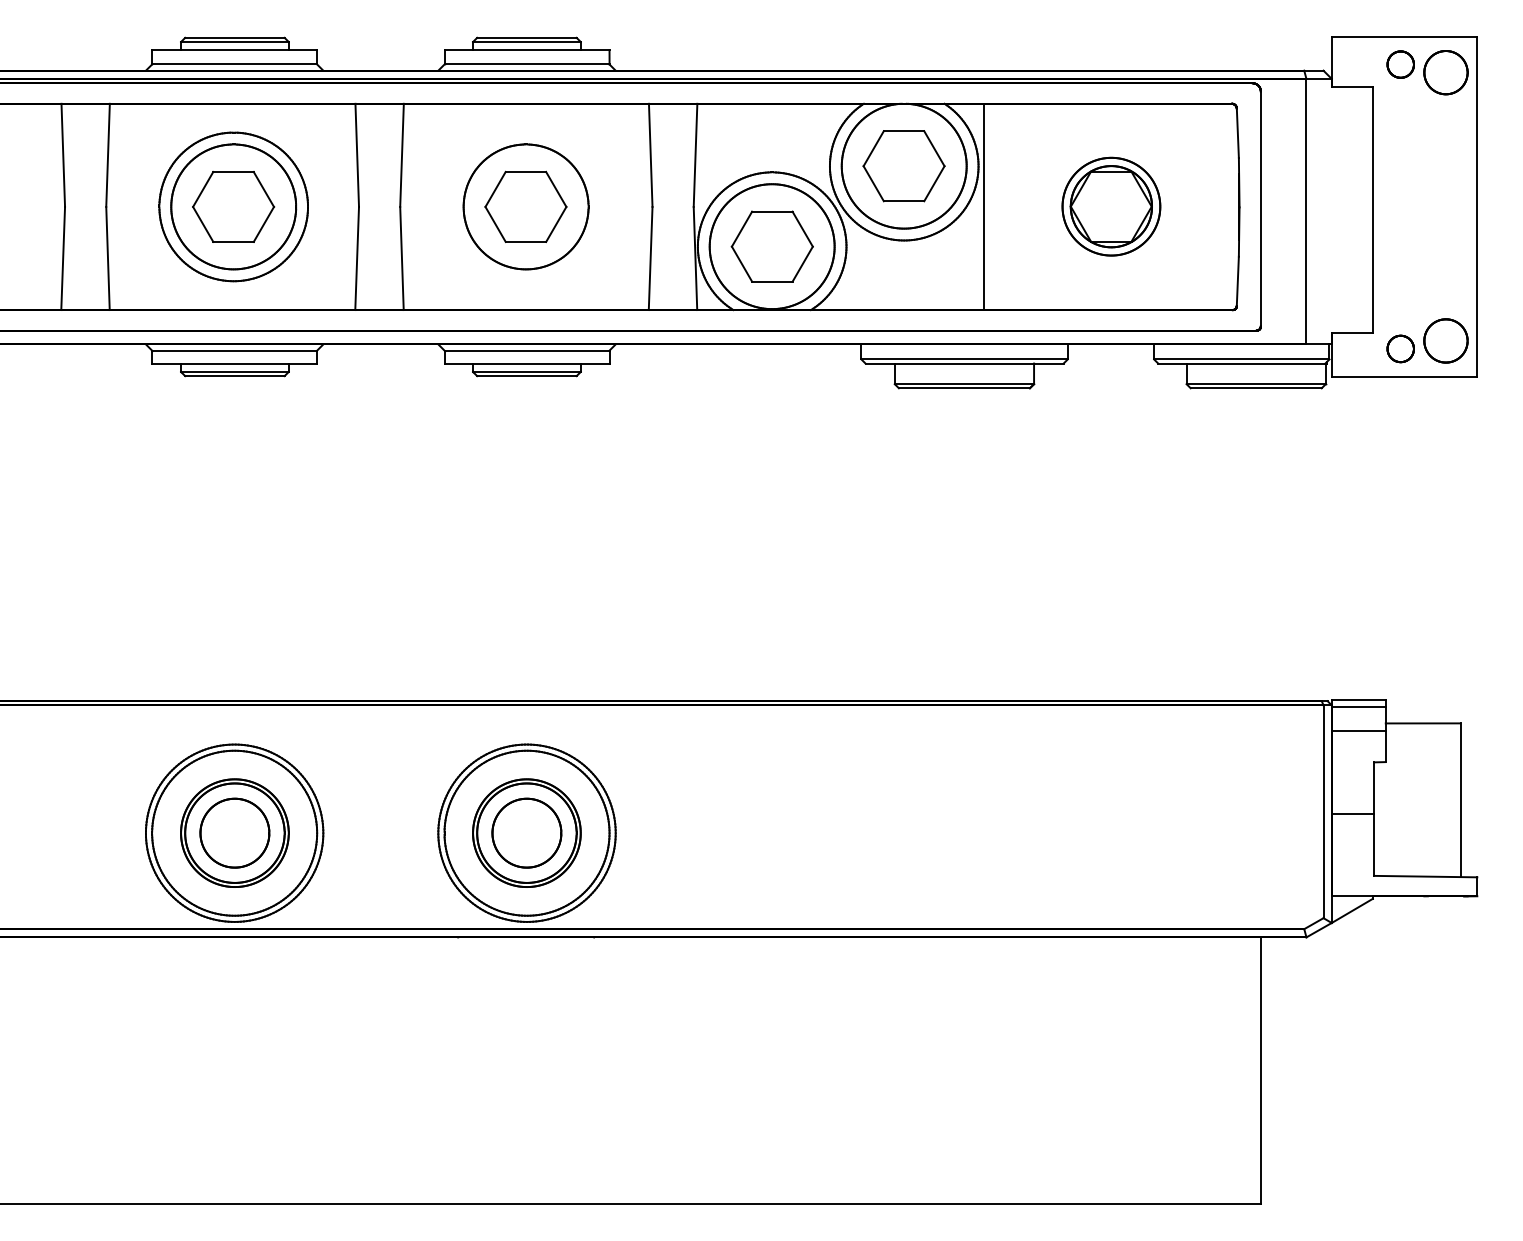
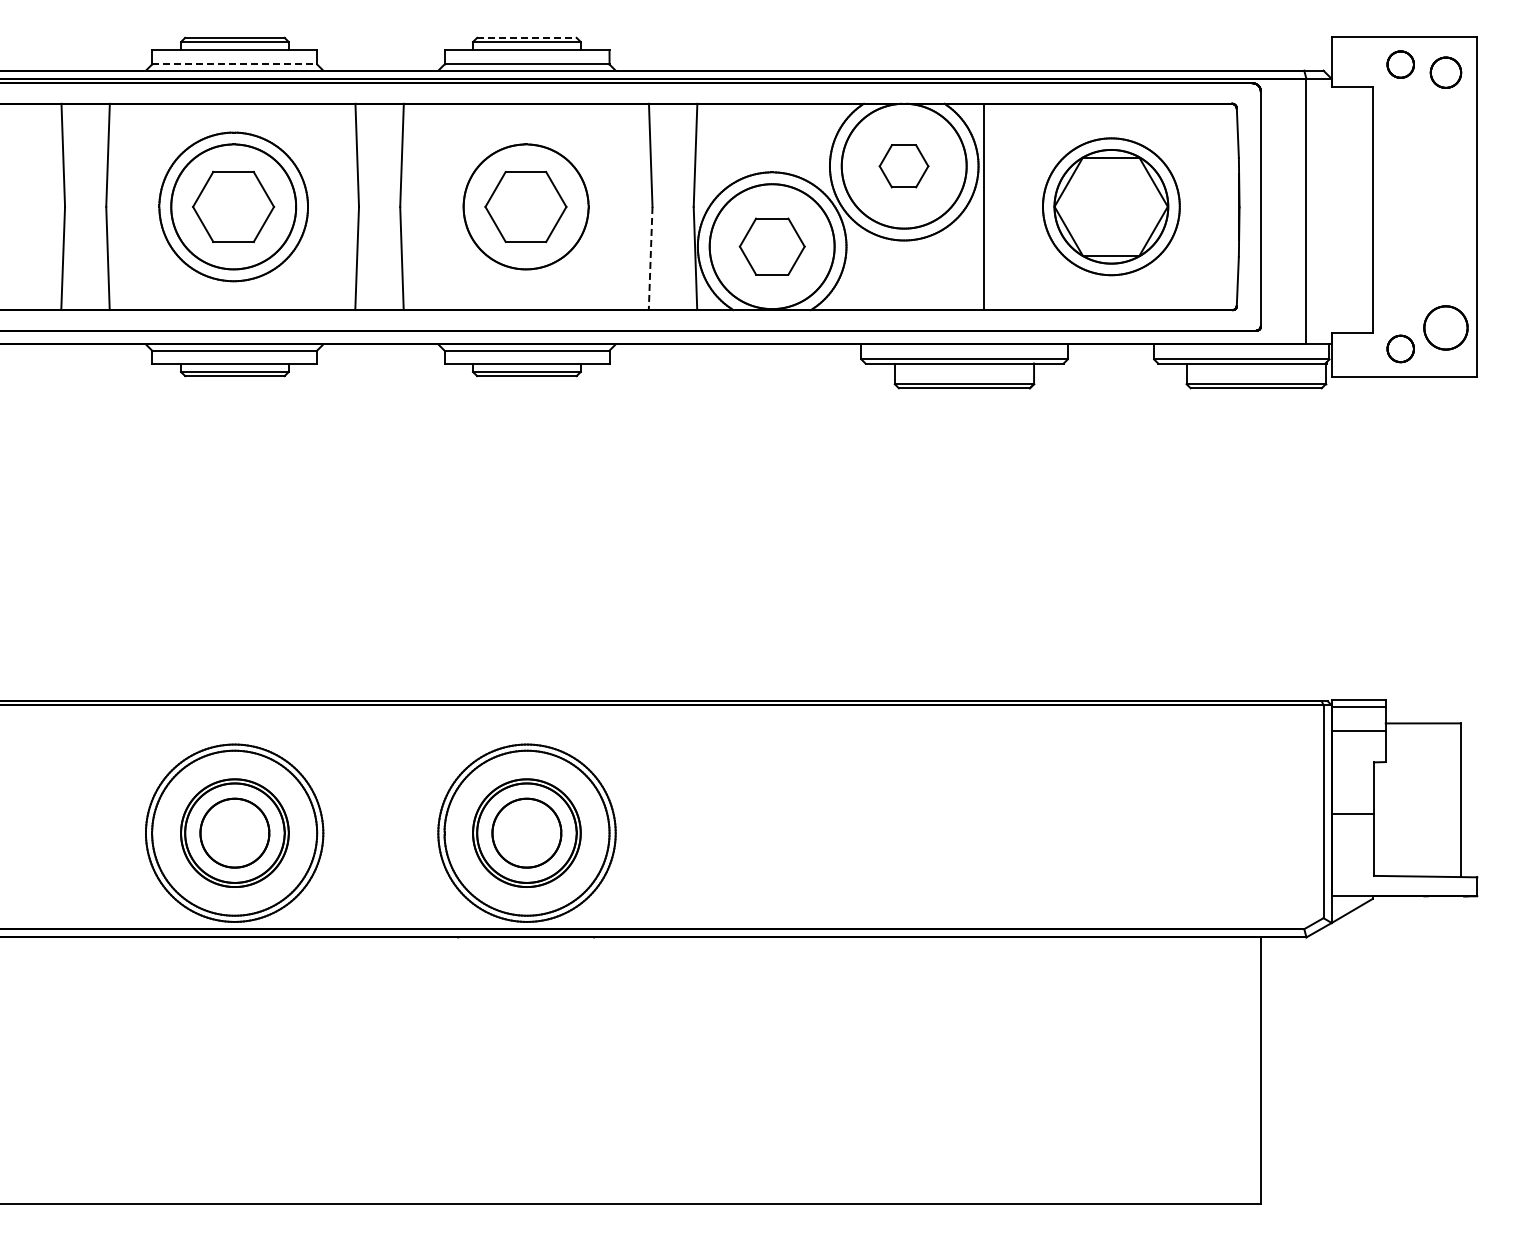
line at (526, 37): solid -> dashed
line at (235, 64): solid -> dashed
part at (1445, 72) size: 46x46 px -> 34x33 px
part at (903, 166) size: 84x73 px -> 52x45 px
part at (1111, 206) size: 101x101 px -> 139x140 px
part at (771, 246) size: 84x73 px -> 68x59 px
line at (650, 258): solid -> dashed
part at (1445, 340) position: (1445, 340) -> (1445, 327)
